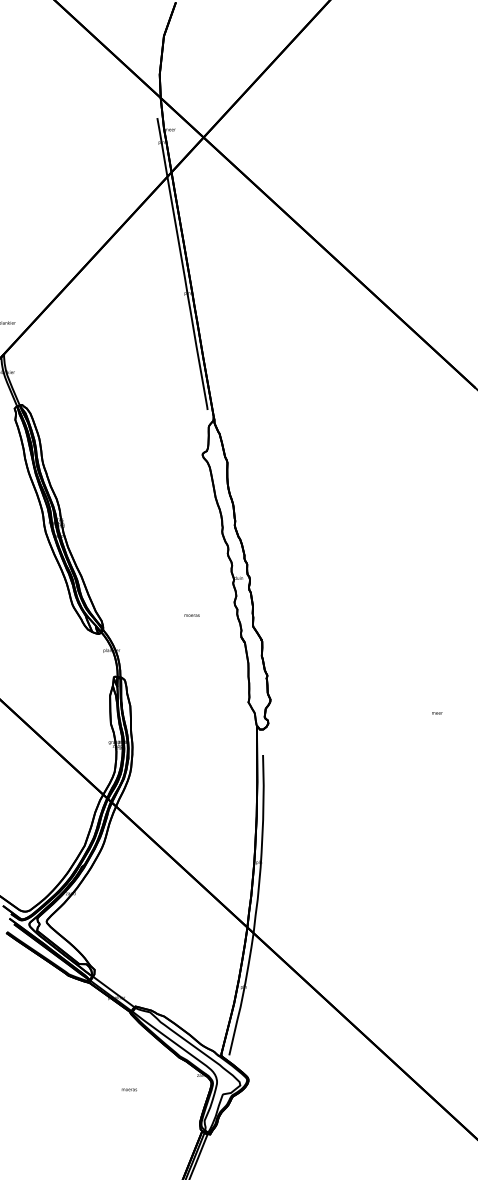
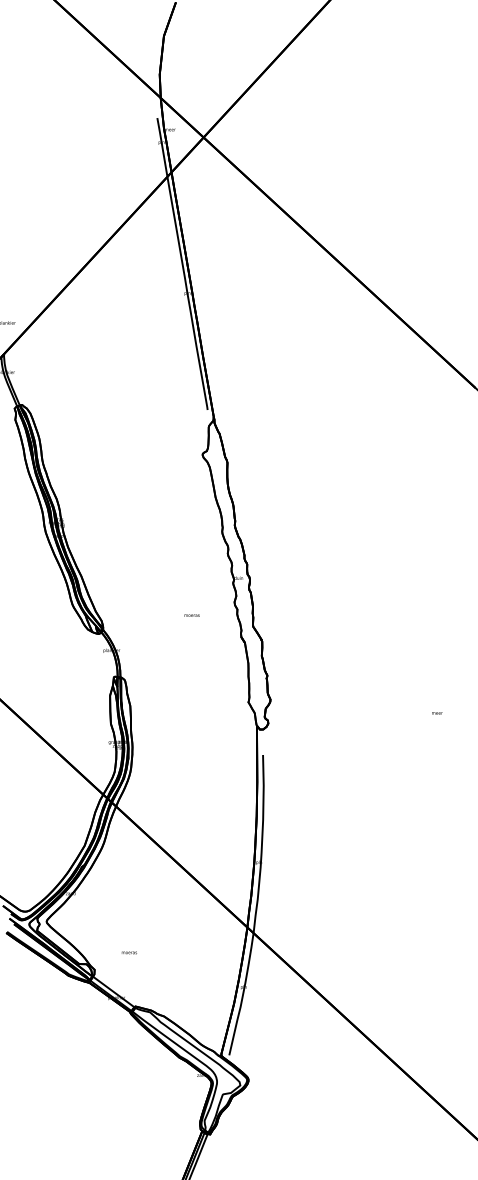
text at (128, 1089) position: (128, 1089) -> (128, 952)
